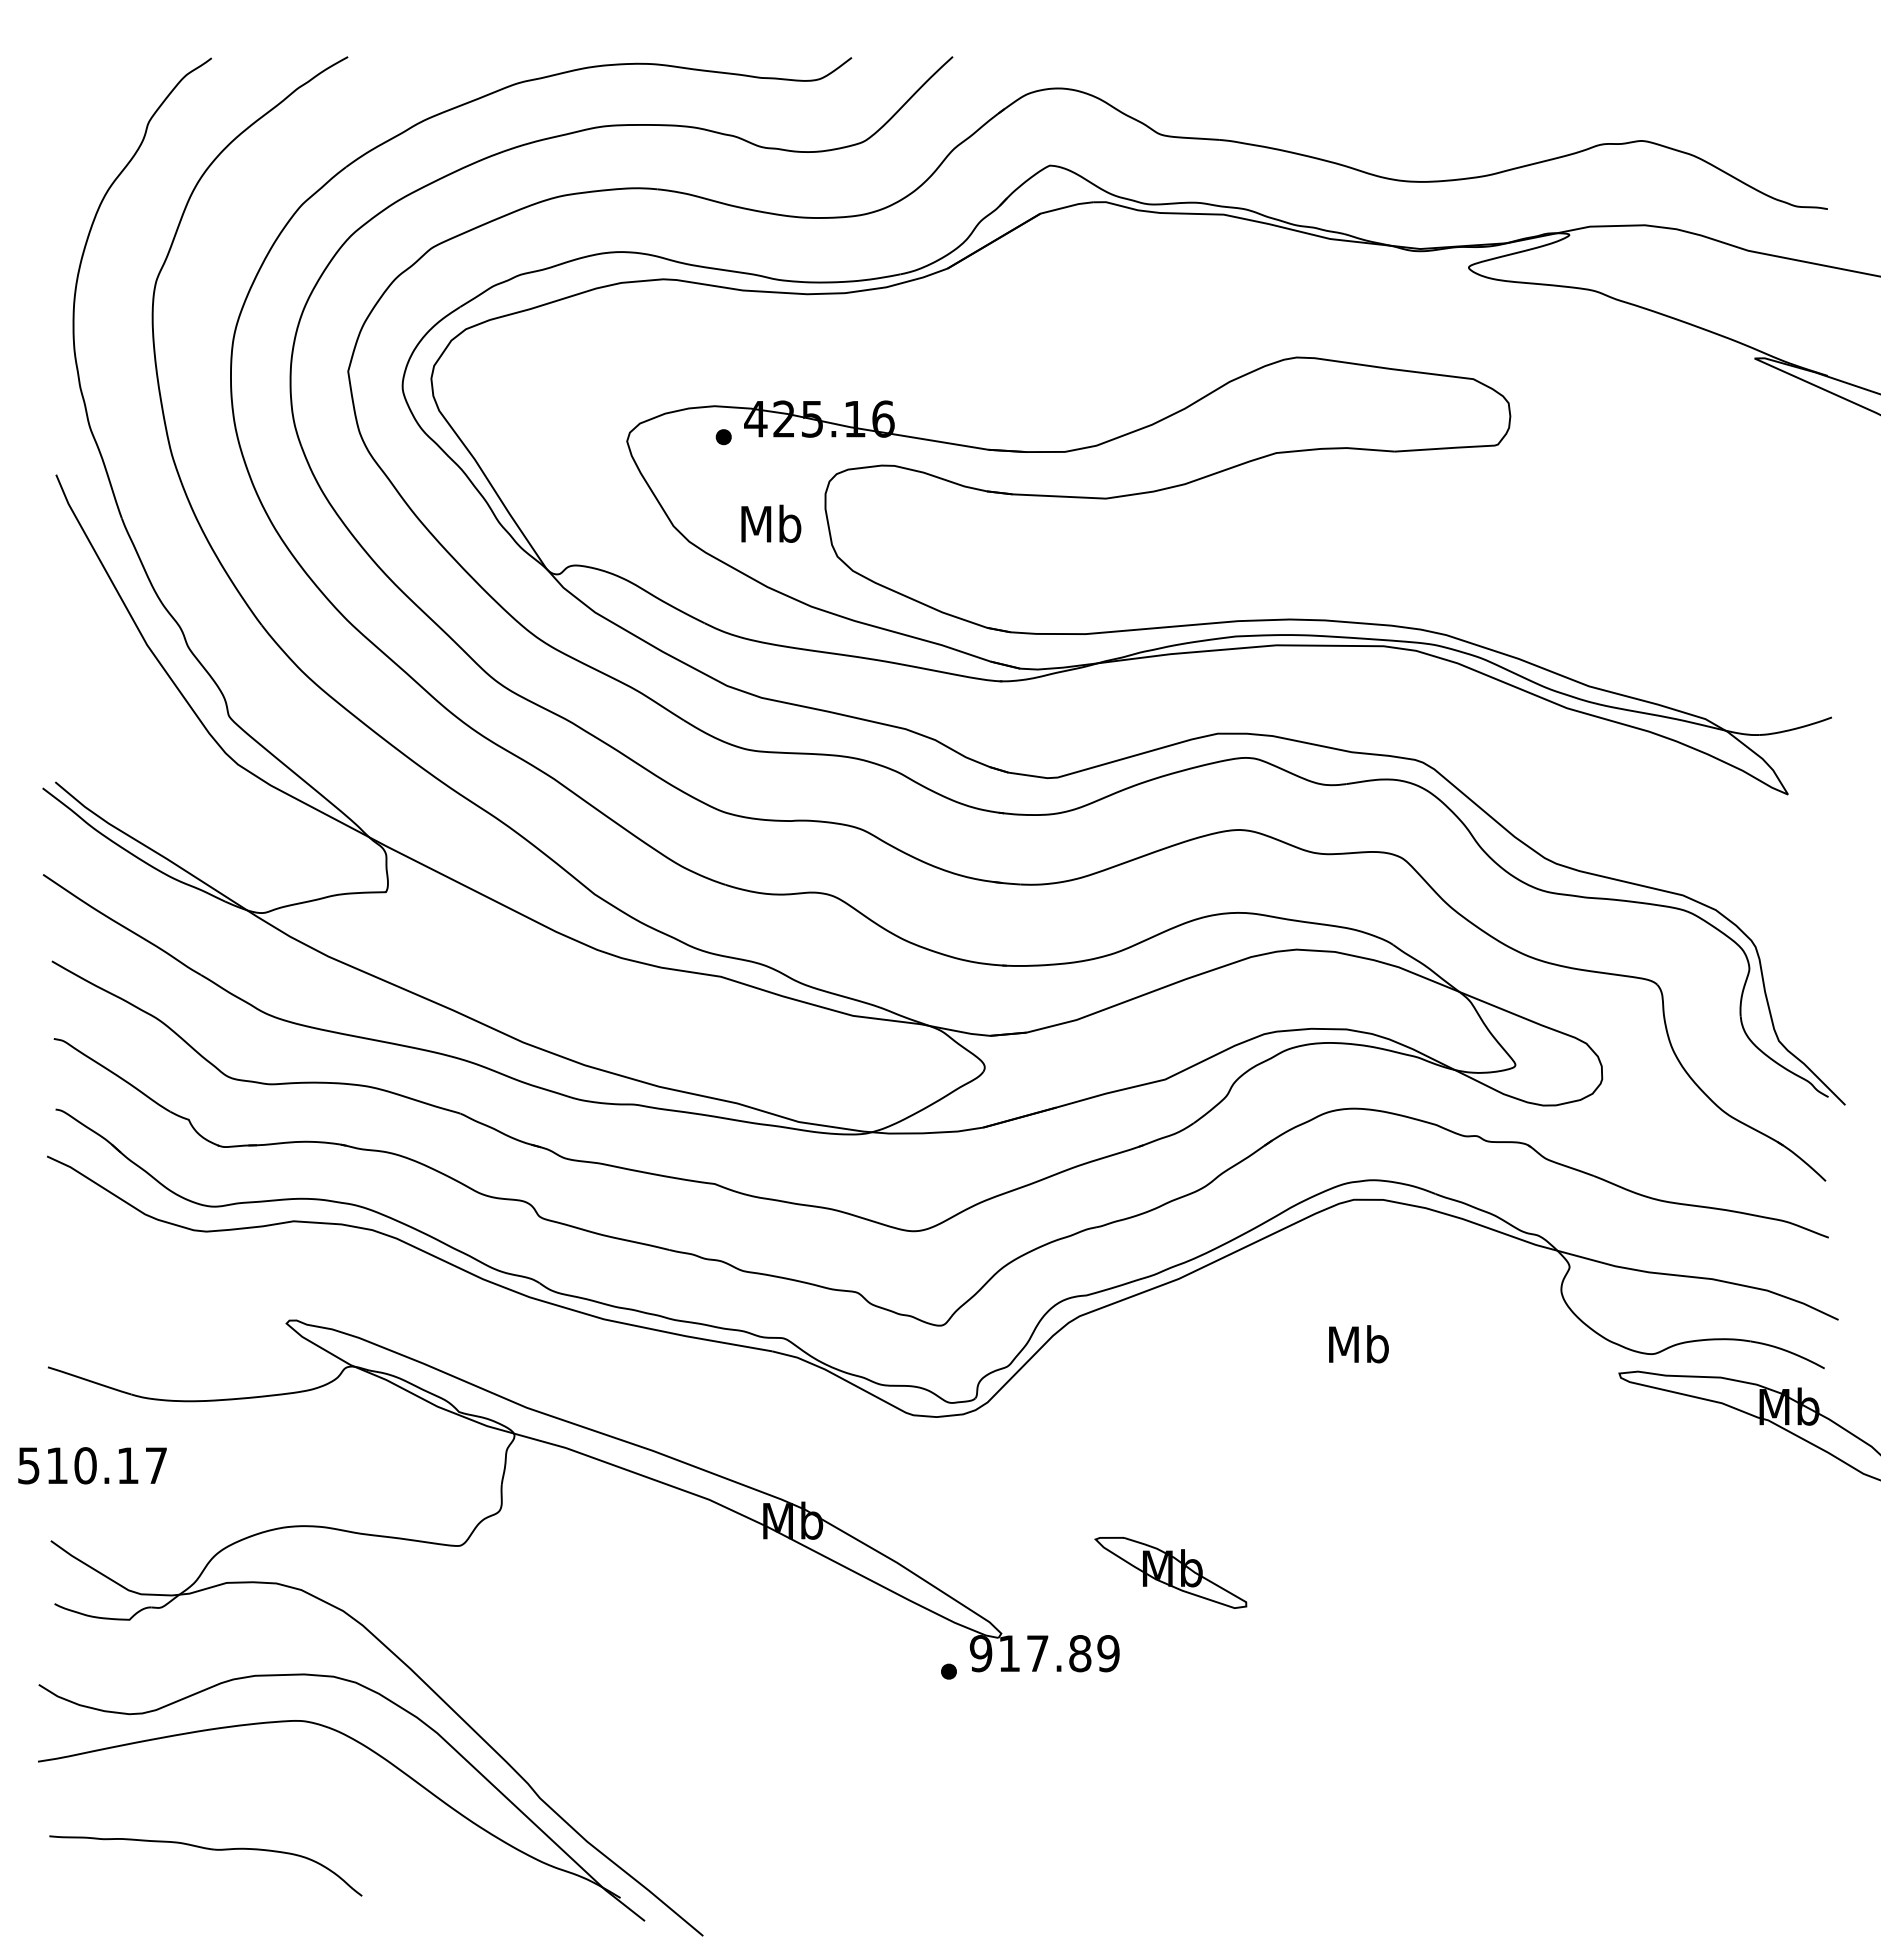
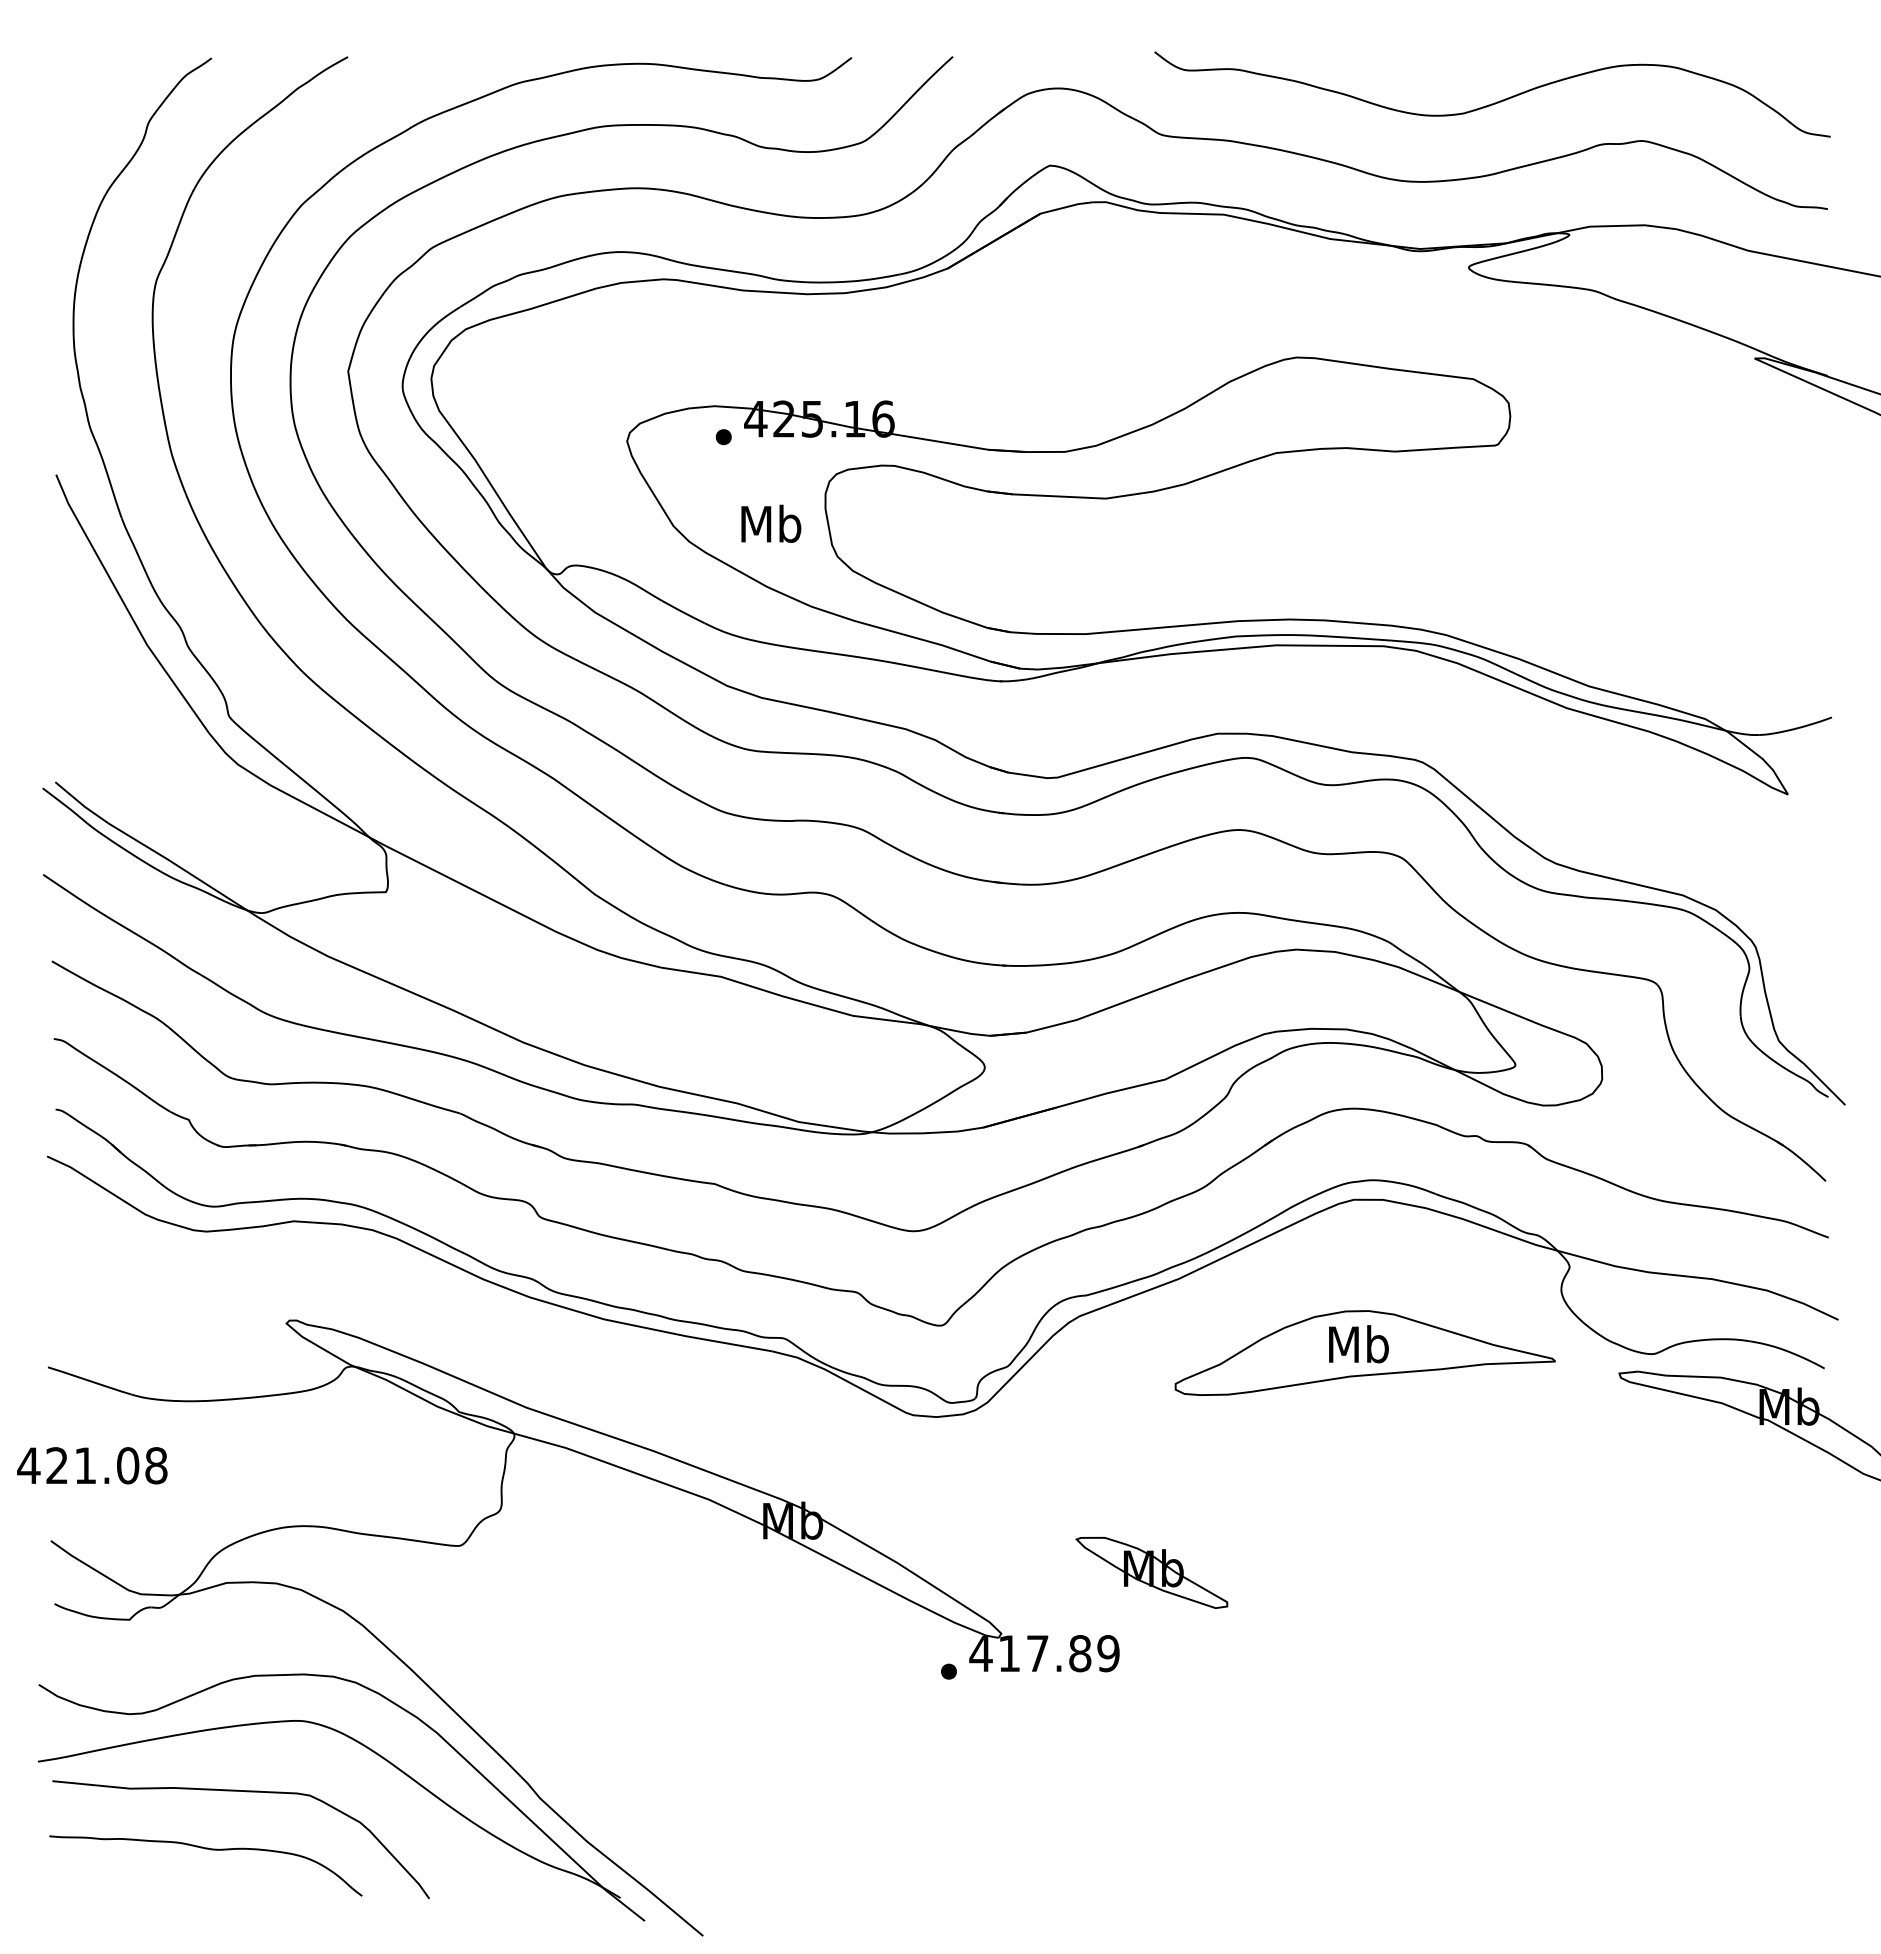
part at (1494, 102): none -> present
part at (1364, 1352): none -> present
text at (92, 1465): 510.17 -> 421.08
part at (1170, 1572) position: (1170, 1572) -> (1151, 1572)
text at (980, 1653): 917.89 -> 417.89
curve at (245, 1792): none -> present
